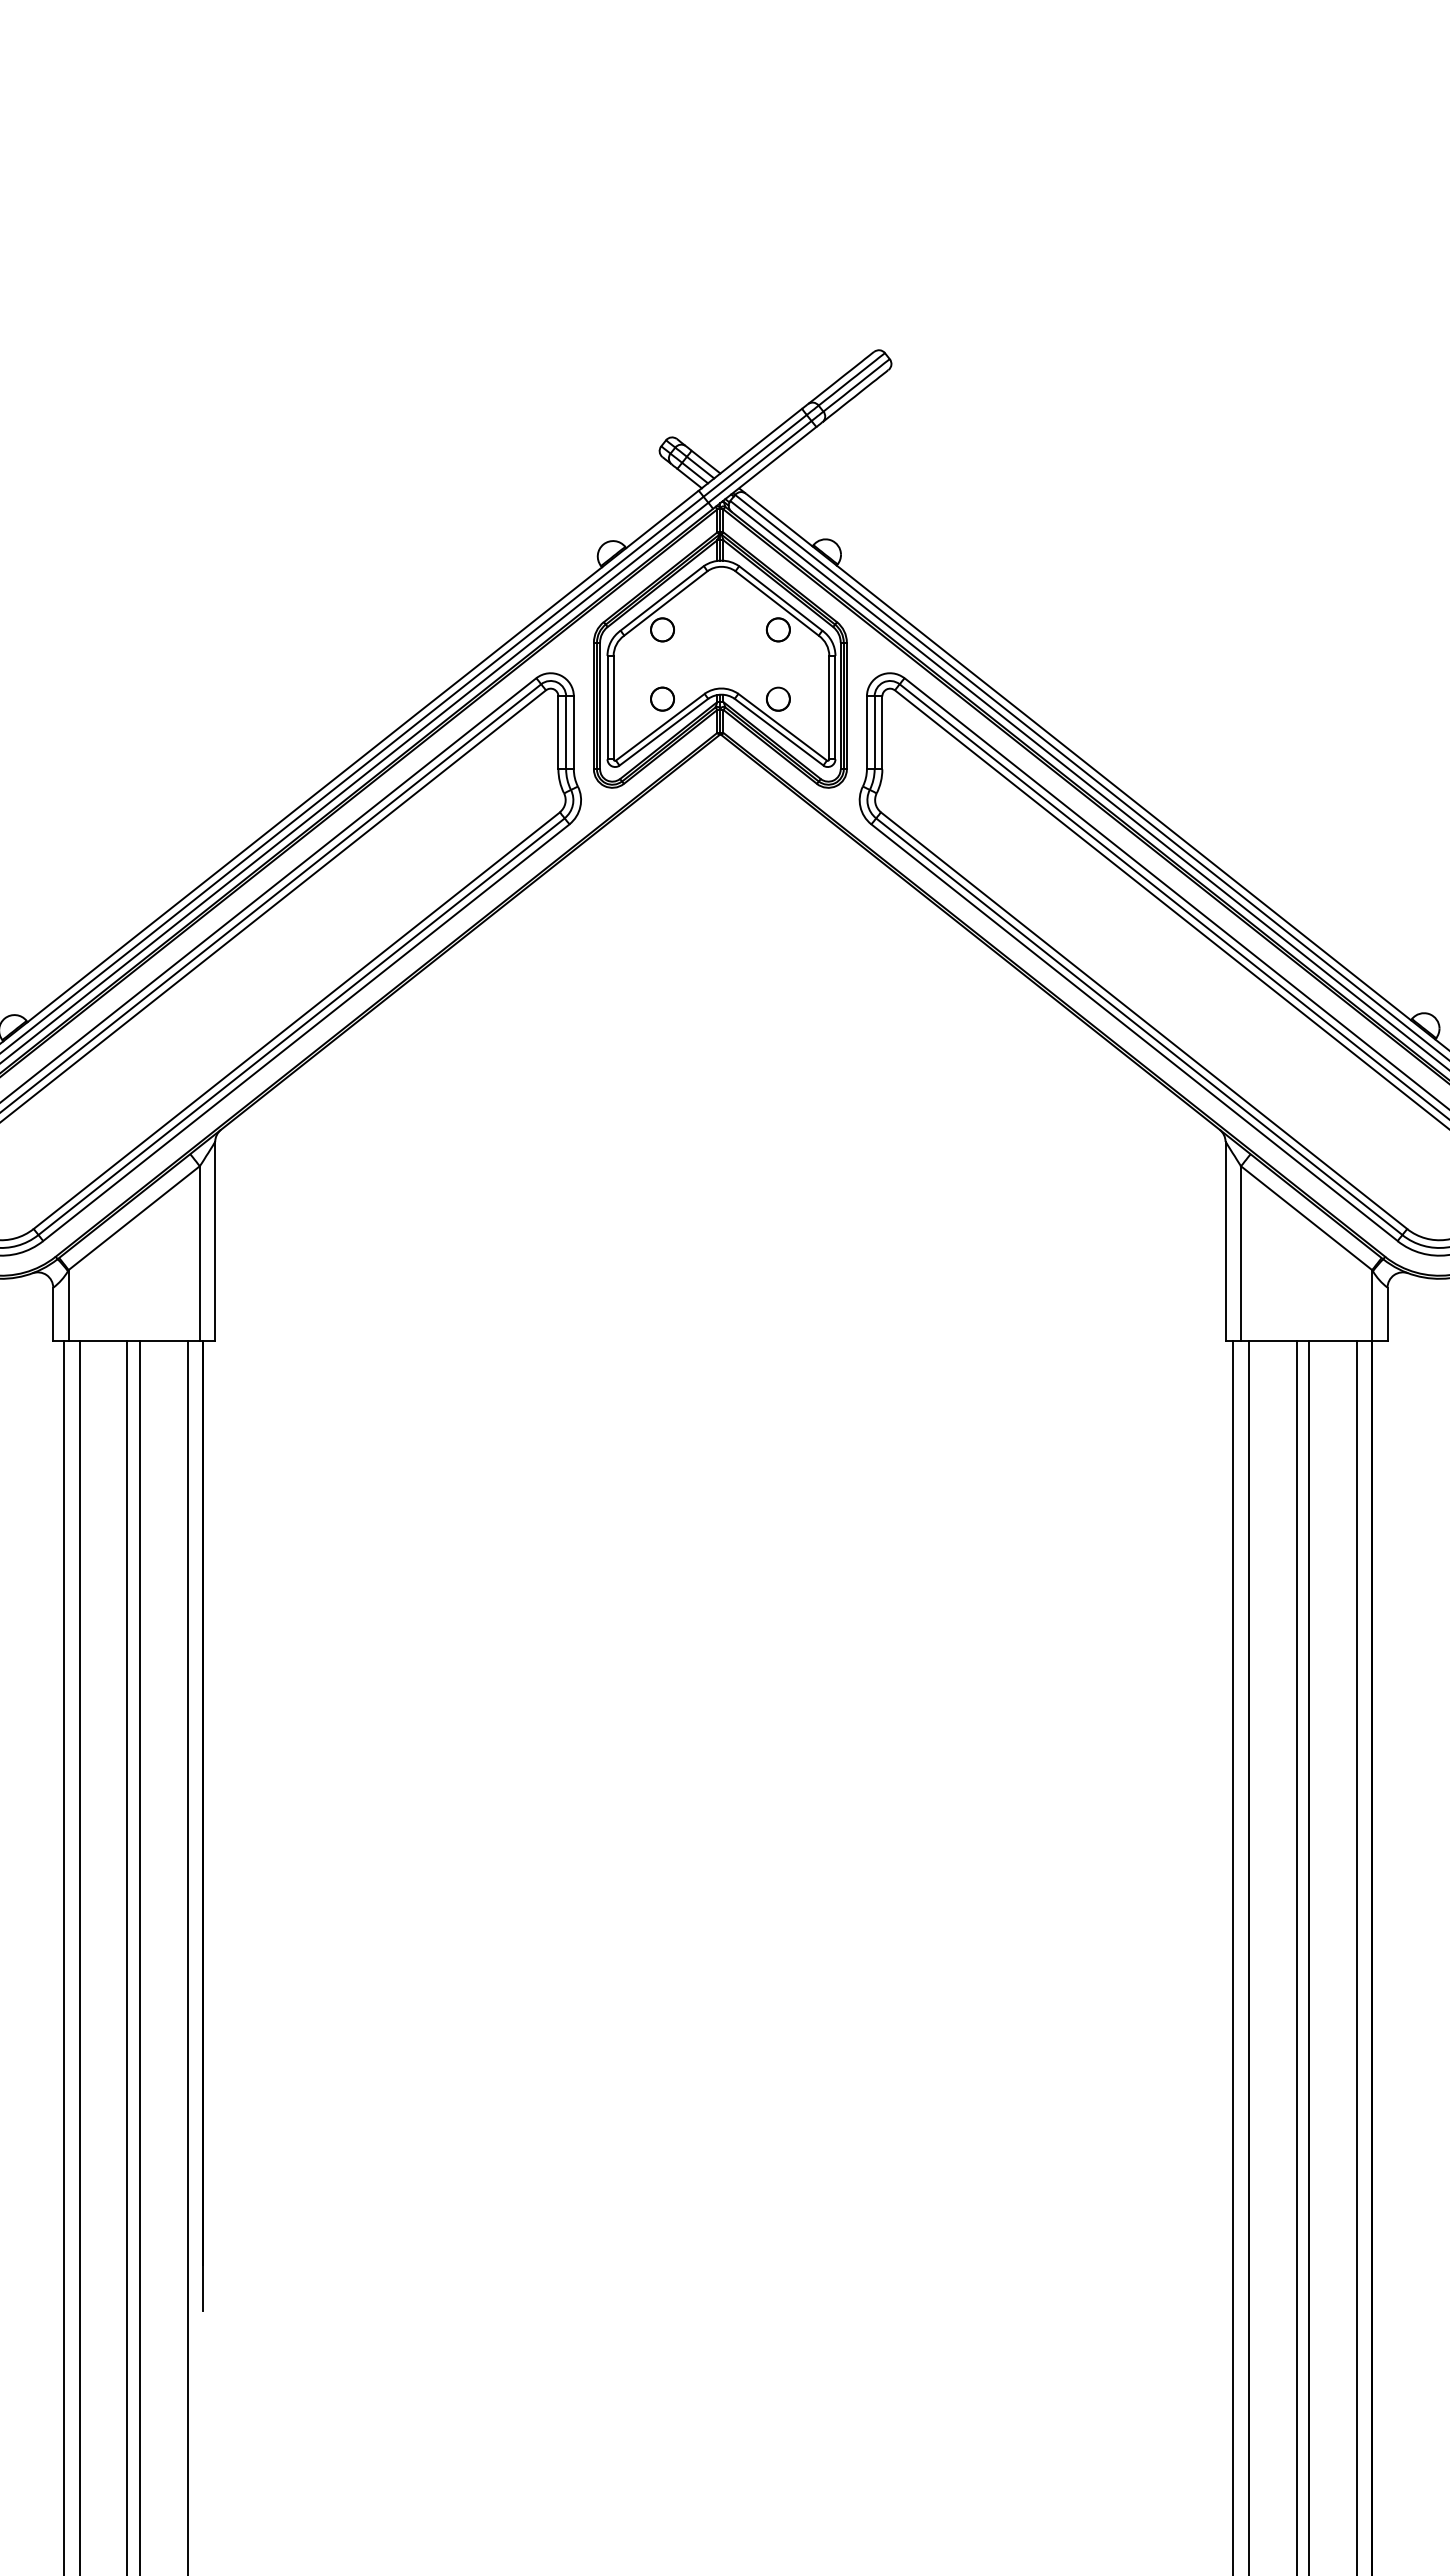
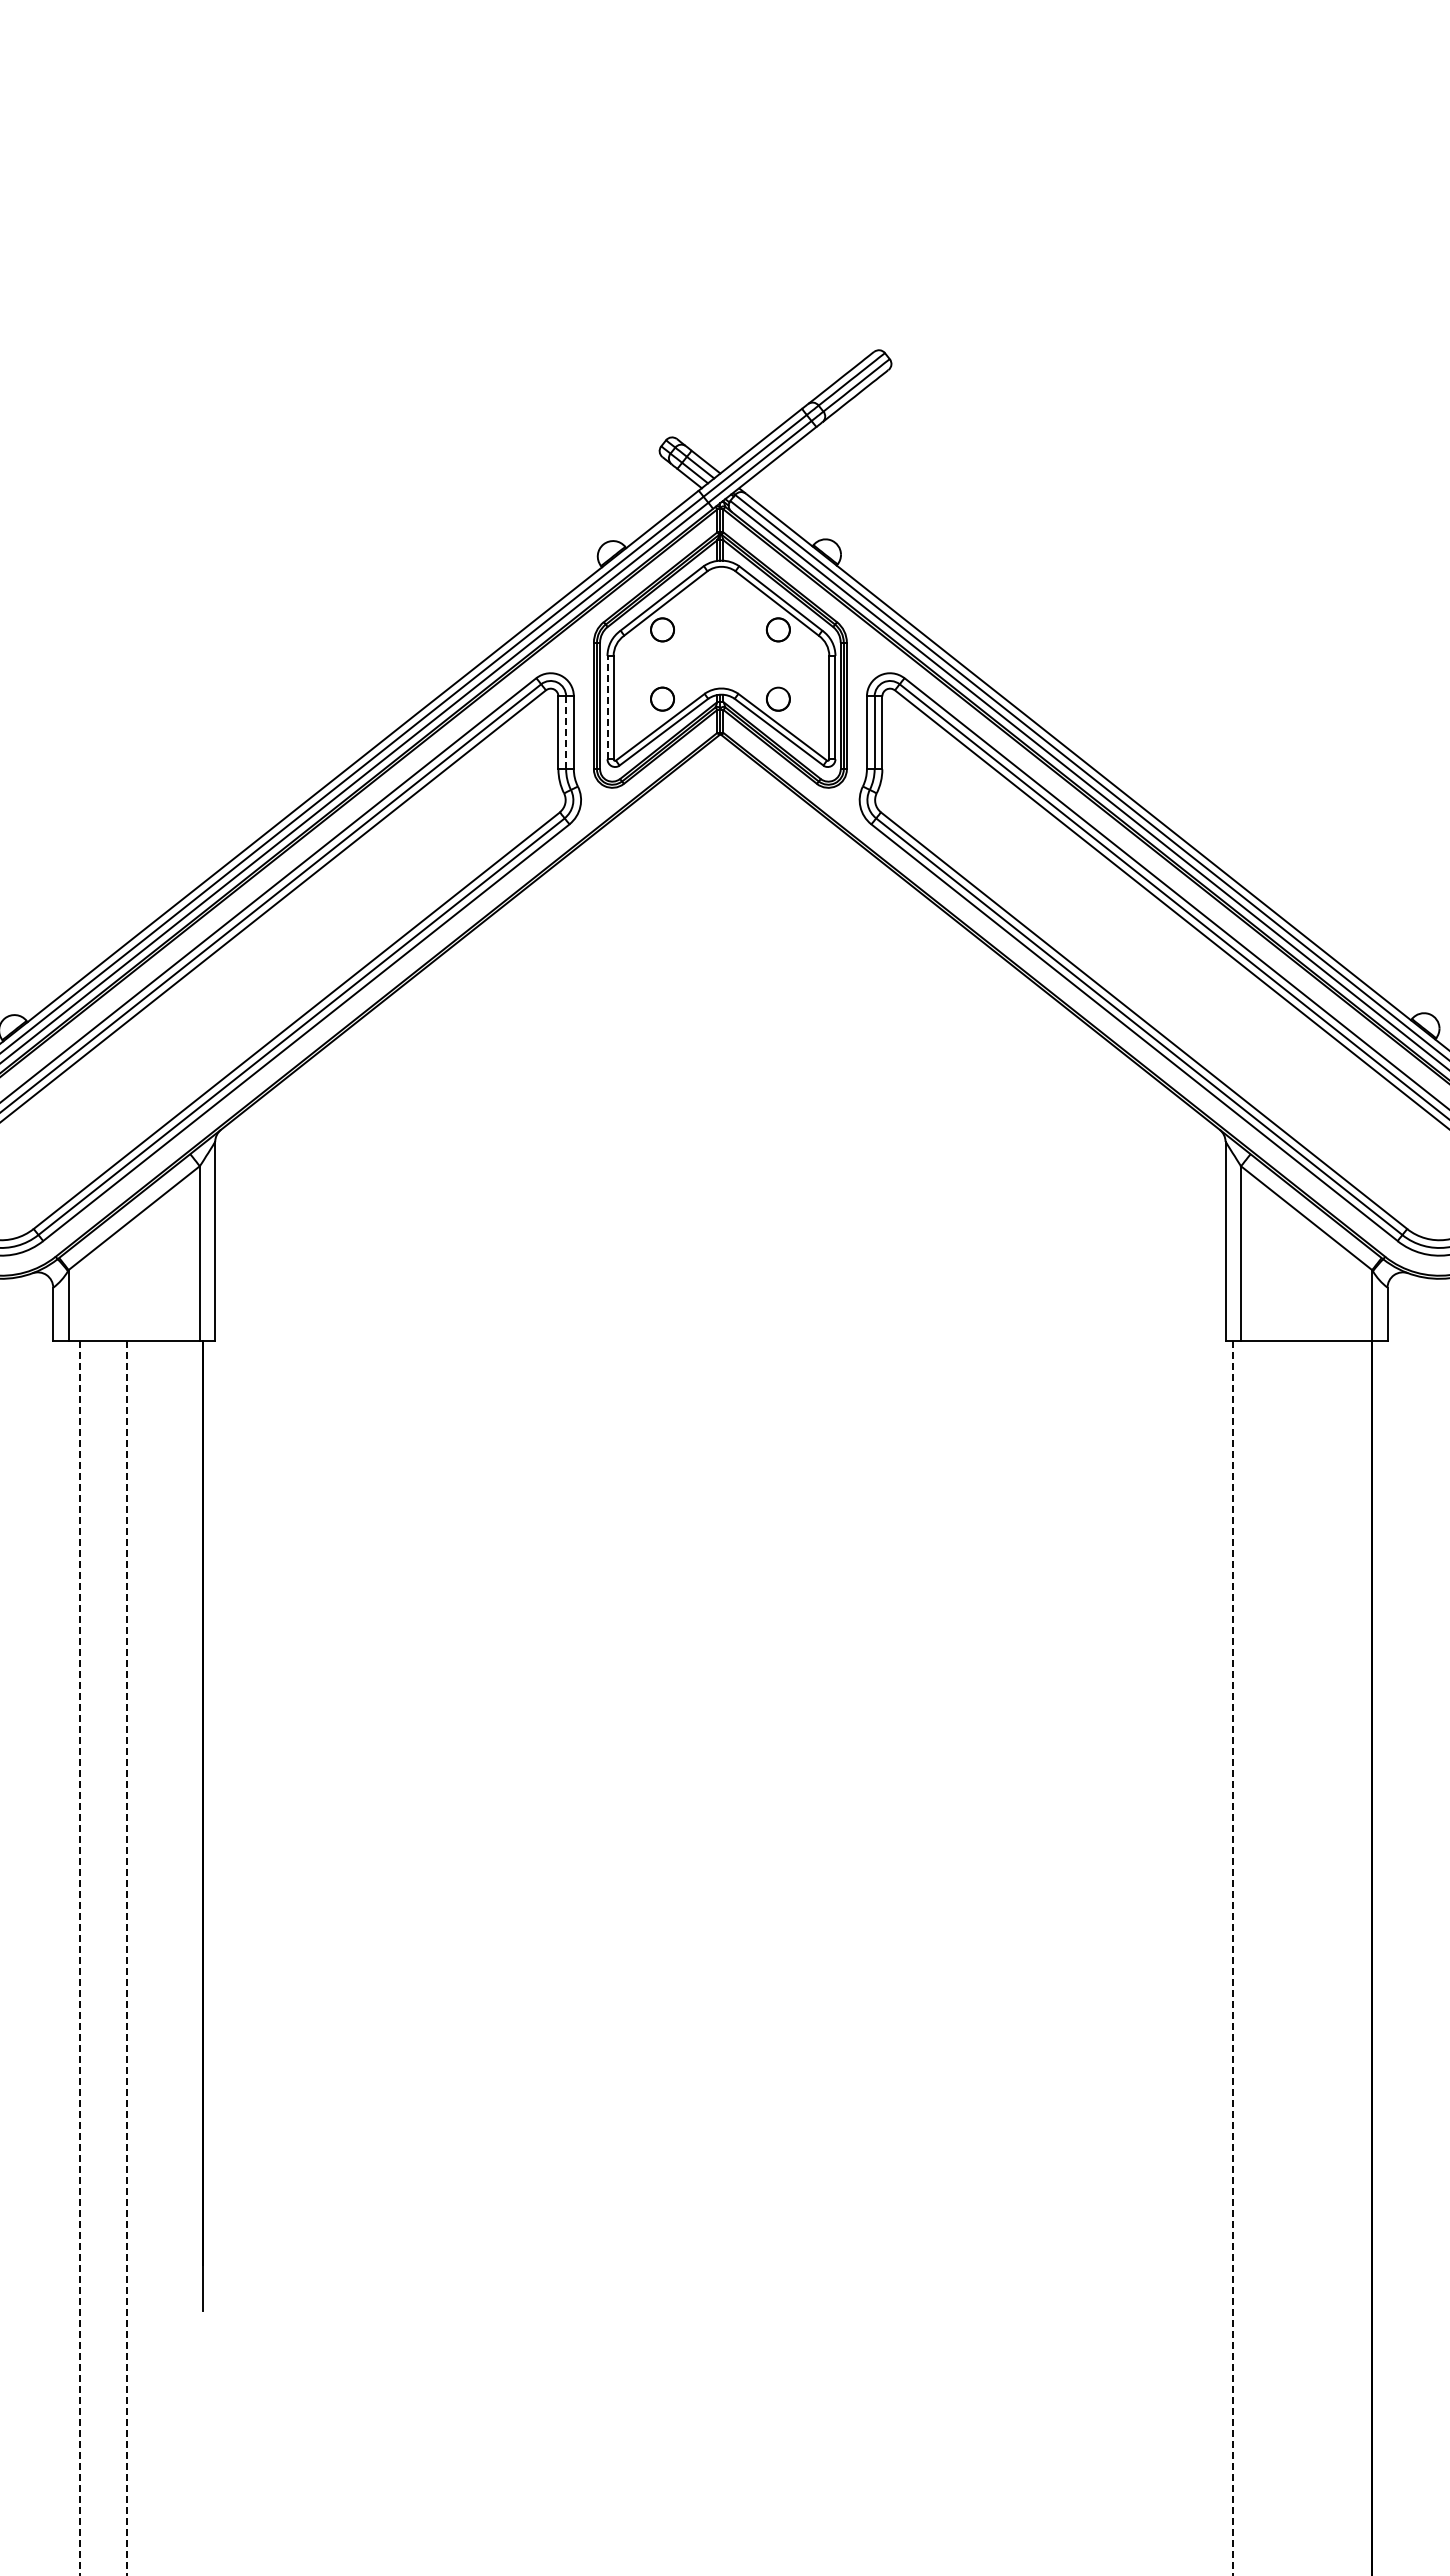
line at (607, 707): solid -> dashed
line at (566, 732): solid -> dashed
line at (64, 1956): present -> none
line at (139, 1956): present -> none
line at (187, 1956): present -> none
line at (1248, 1956): present -> none
line at (1296, 1956): present -> none
line at (1309, 1956): present -> none
line at (1356, 1956): present -> none
line at (79, 1958): solid -> dashed
line at (127, 1958): solid -> dashed
line at (1233, 1958): solid -> dashed
